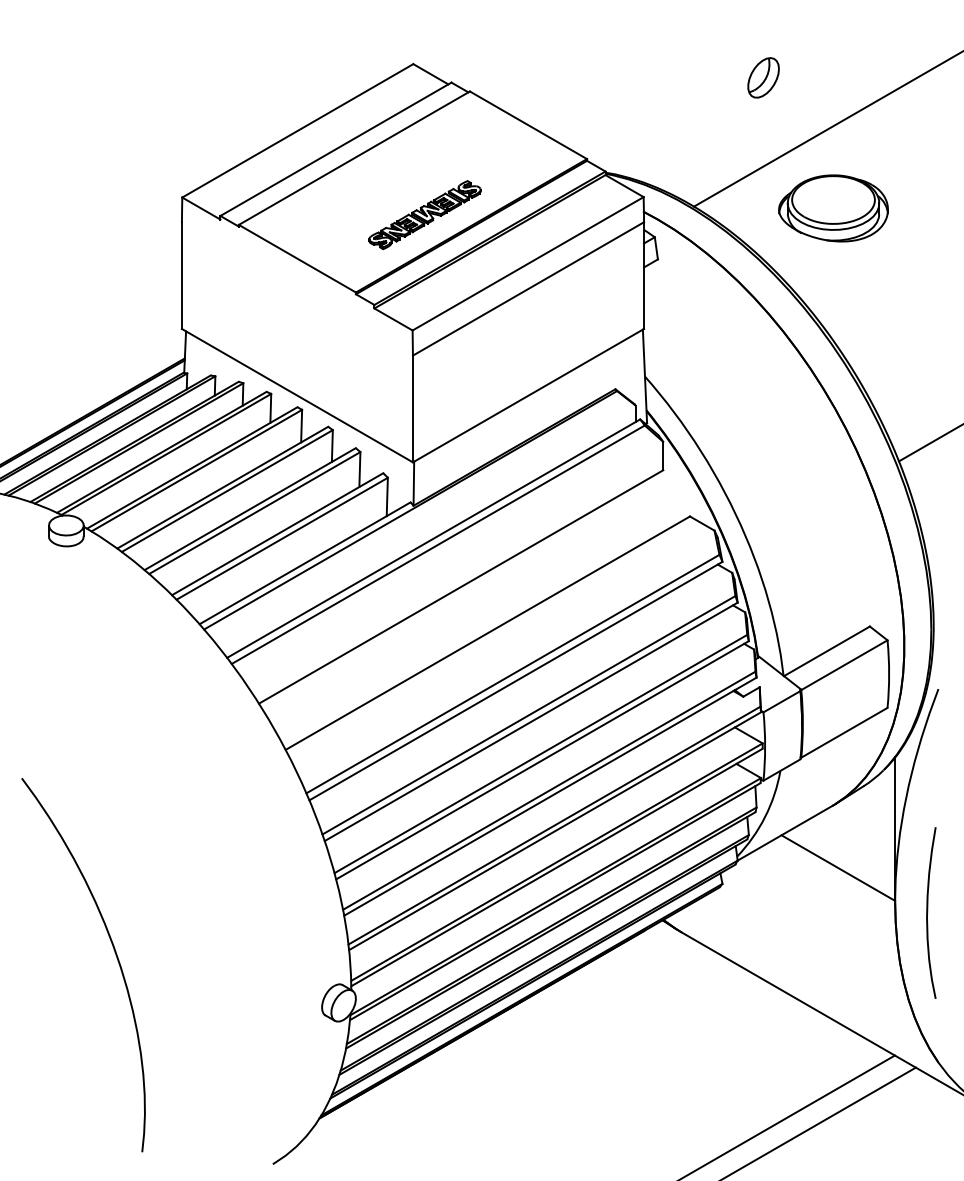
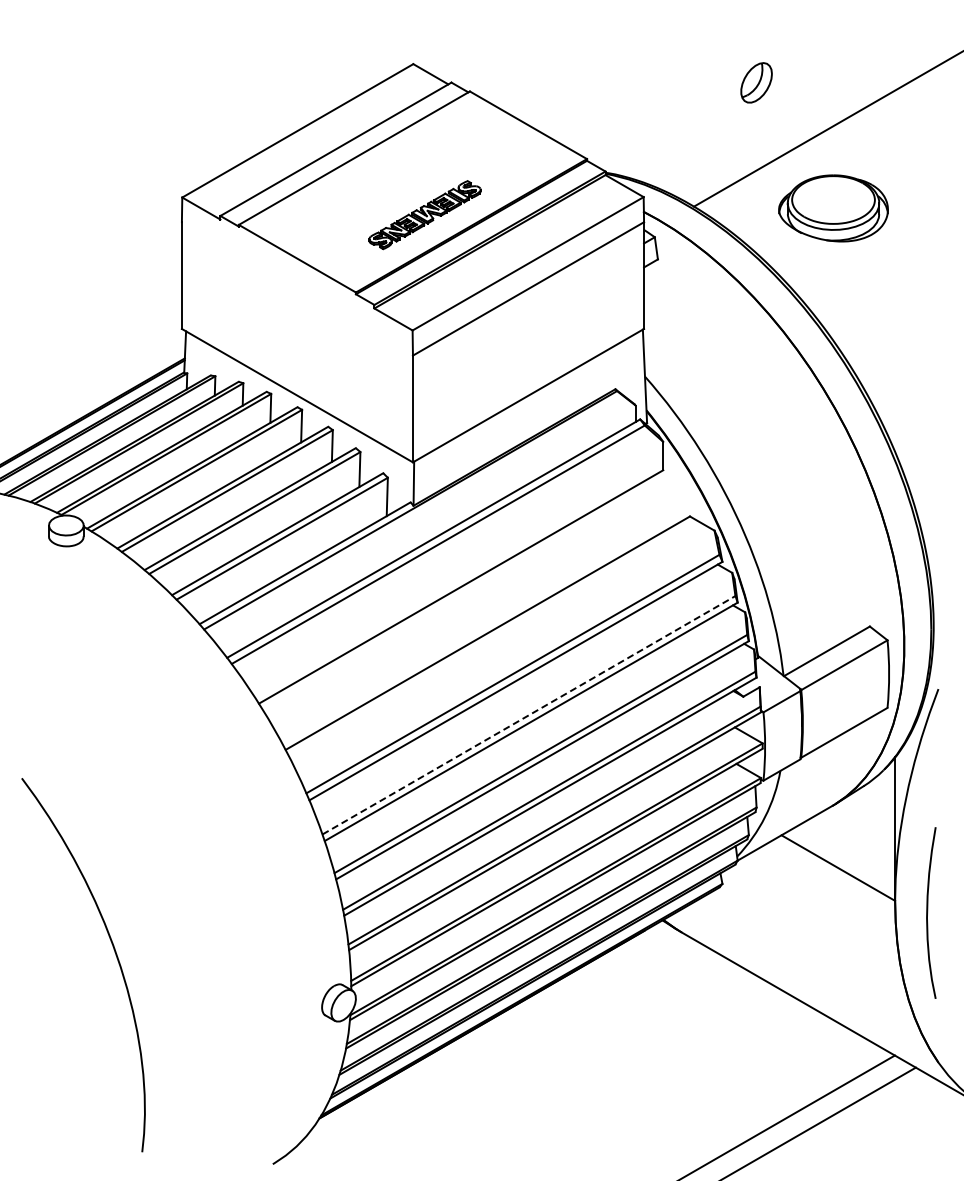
part at (763, 77) position: (763, 77) -> (756, 82)
line at (929, 443): present -> none
line at (529, 715): solid -> dashed
